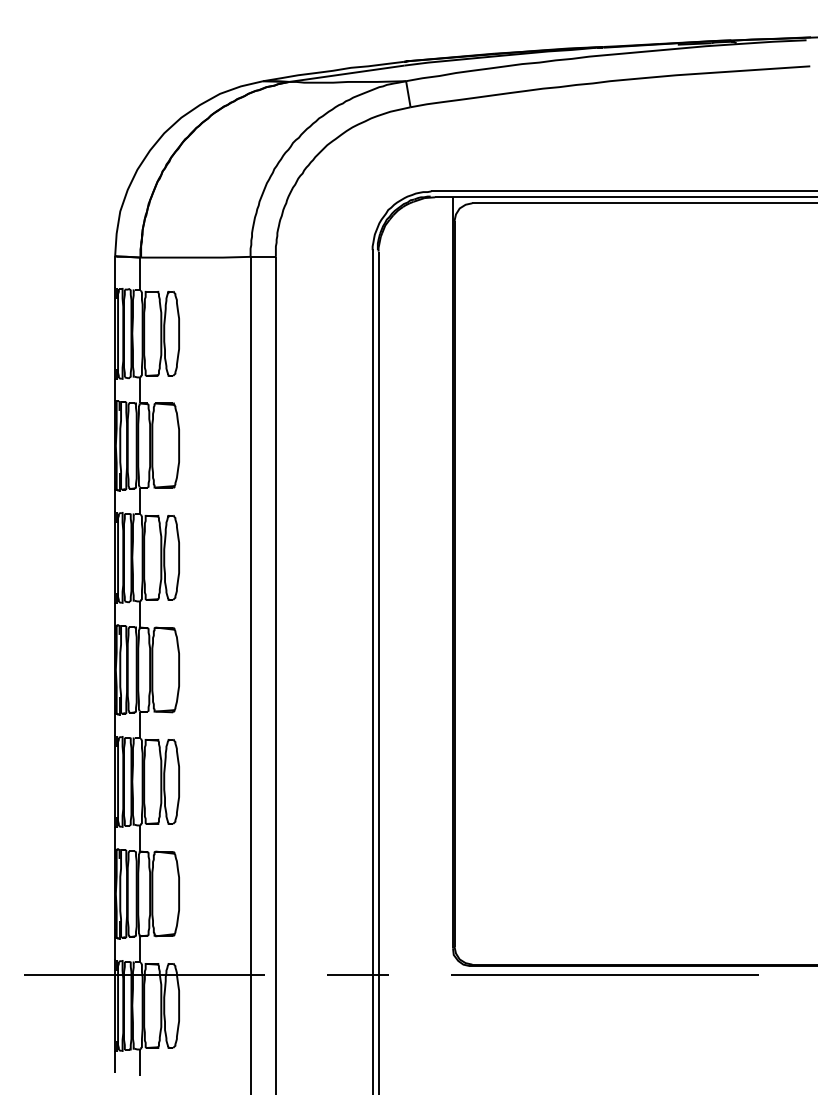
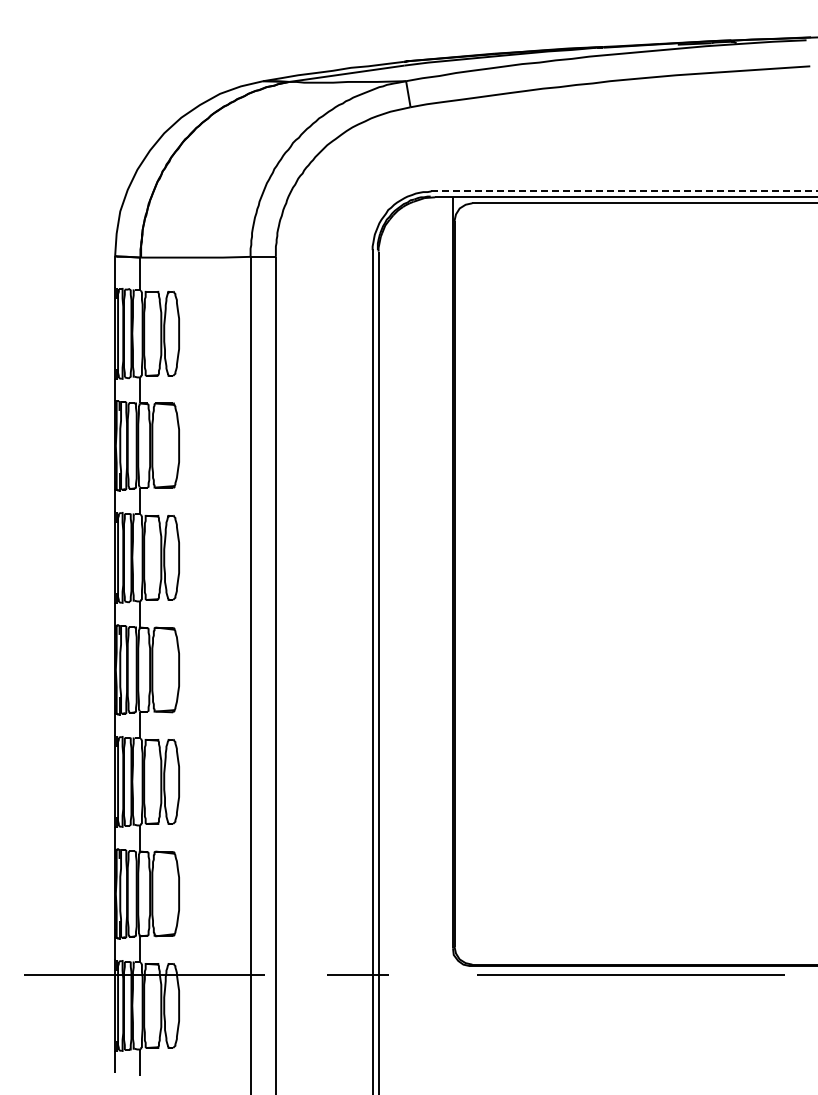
line at (624, 191): solid -> dashed
line at (604, 974) position: (604, 974) -> (630, 974)
